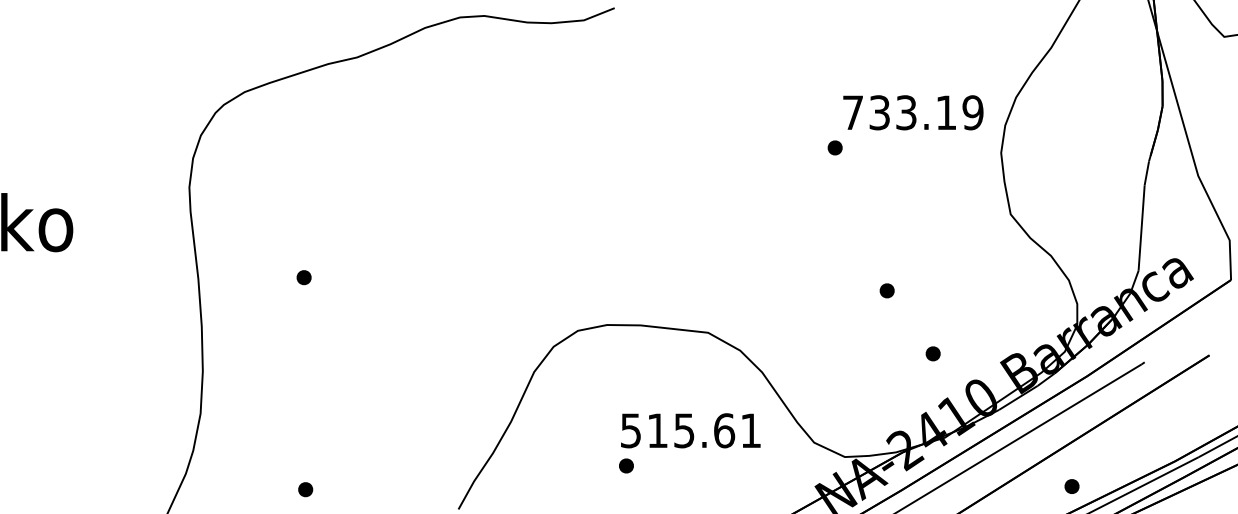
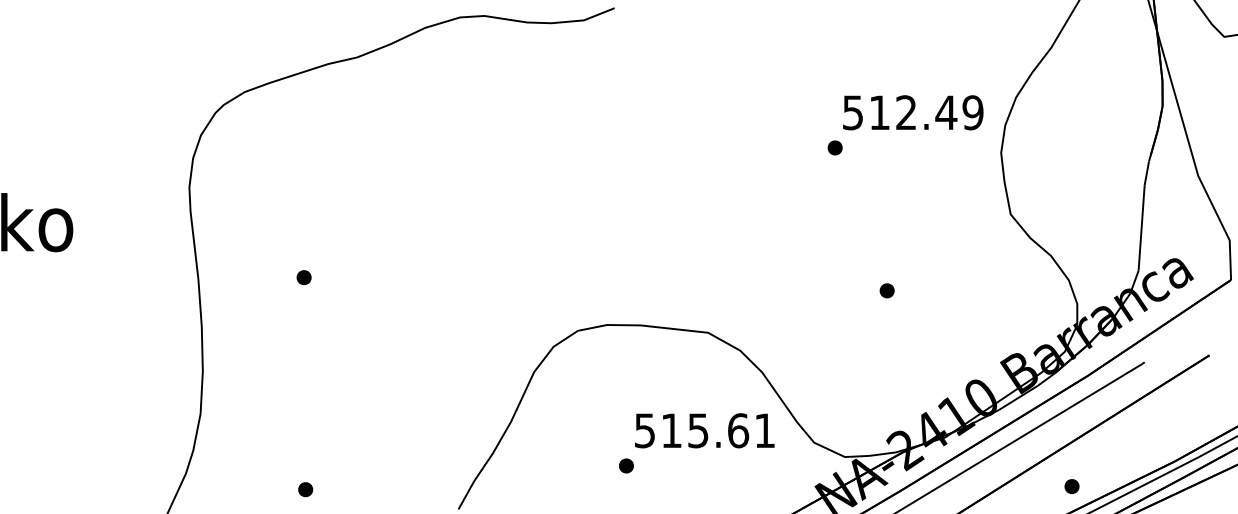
text at (900, 112): 733.19 -> 512.49
part at (932, 353): present -> none
text at (690, 430) position: (690, 430) -> (704, 430)
